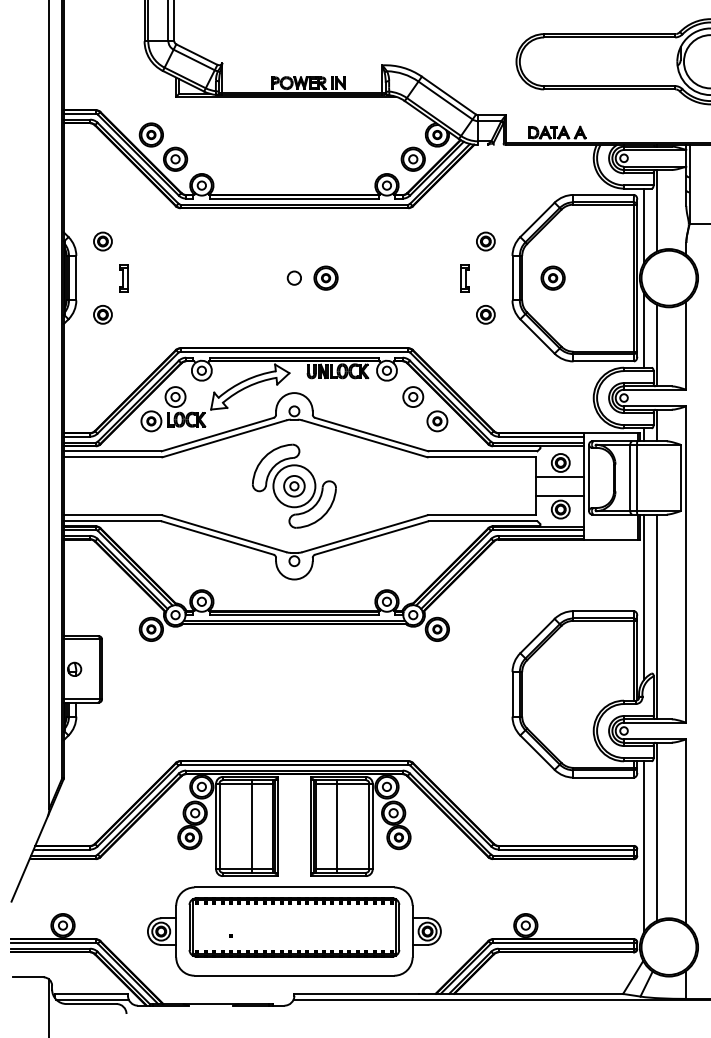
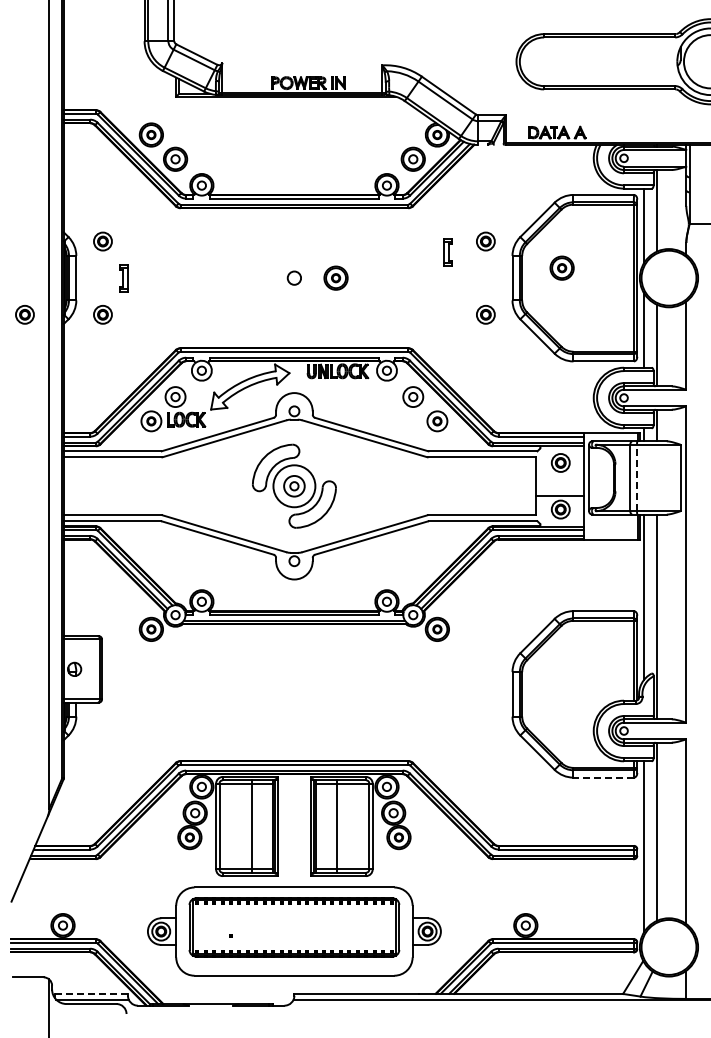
part at (325, 277) position: (325, 277) -> (335, 277)
part at (552, 277) position: (552, 277) -> (561, 267)
part at (464, 278) position: (464, 278) -> (447, 252)
part at (24, 314): none -> present
line at (559, 476): present -> none
line at (636, 477): solid -> dashed
line at (603, 777): solid -> dashed
line at (91, 993): solid -> dashed
